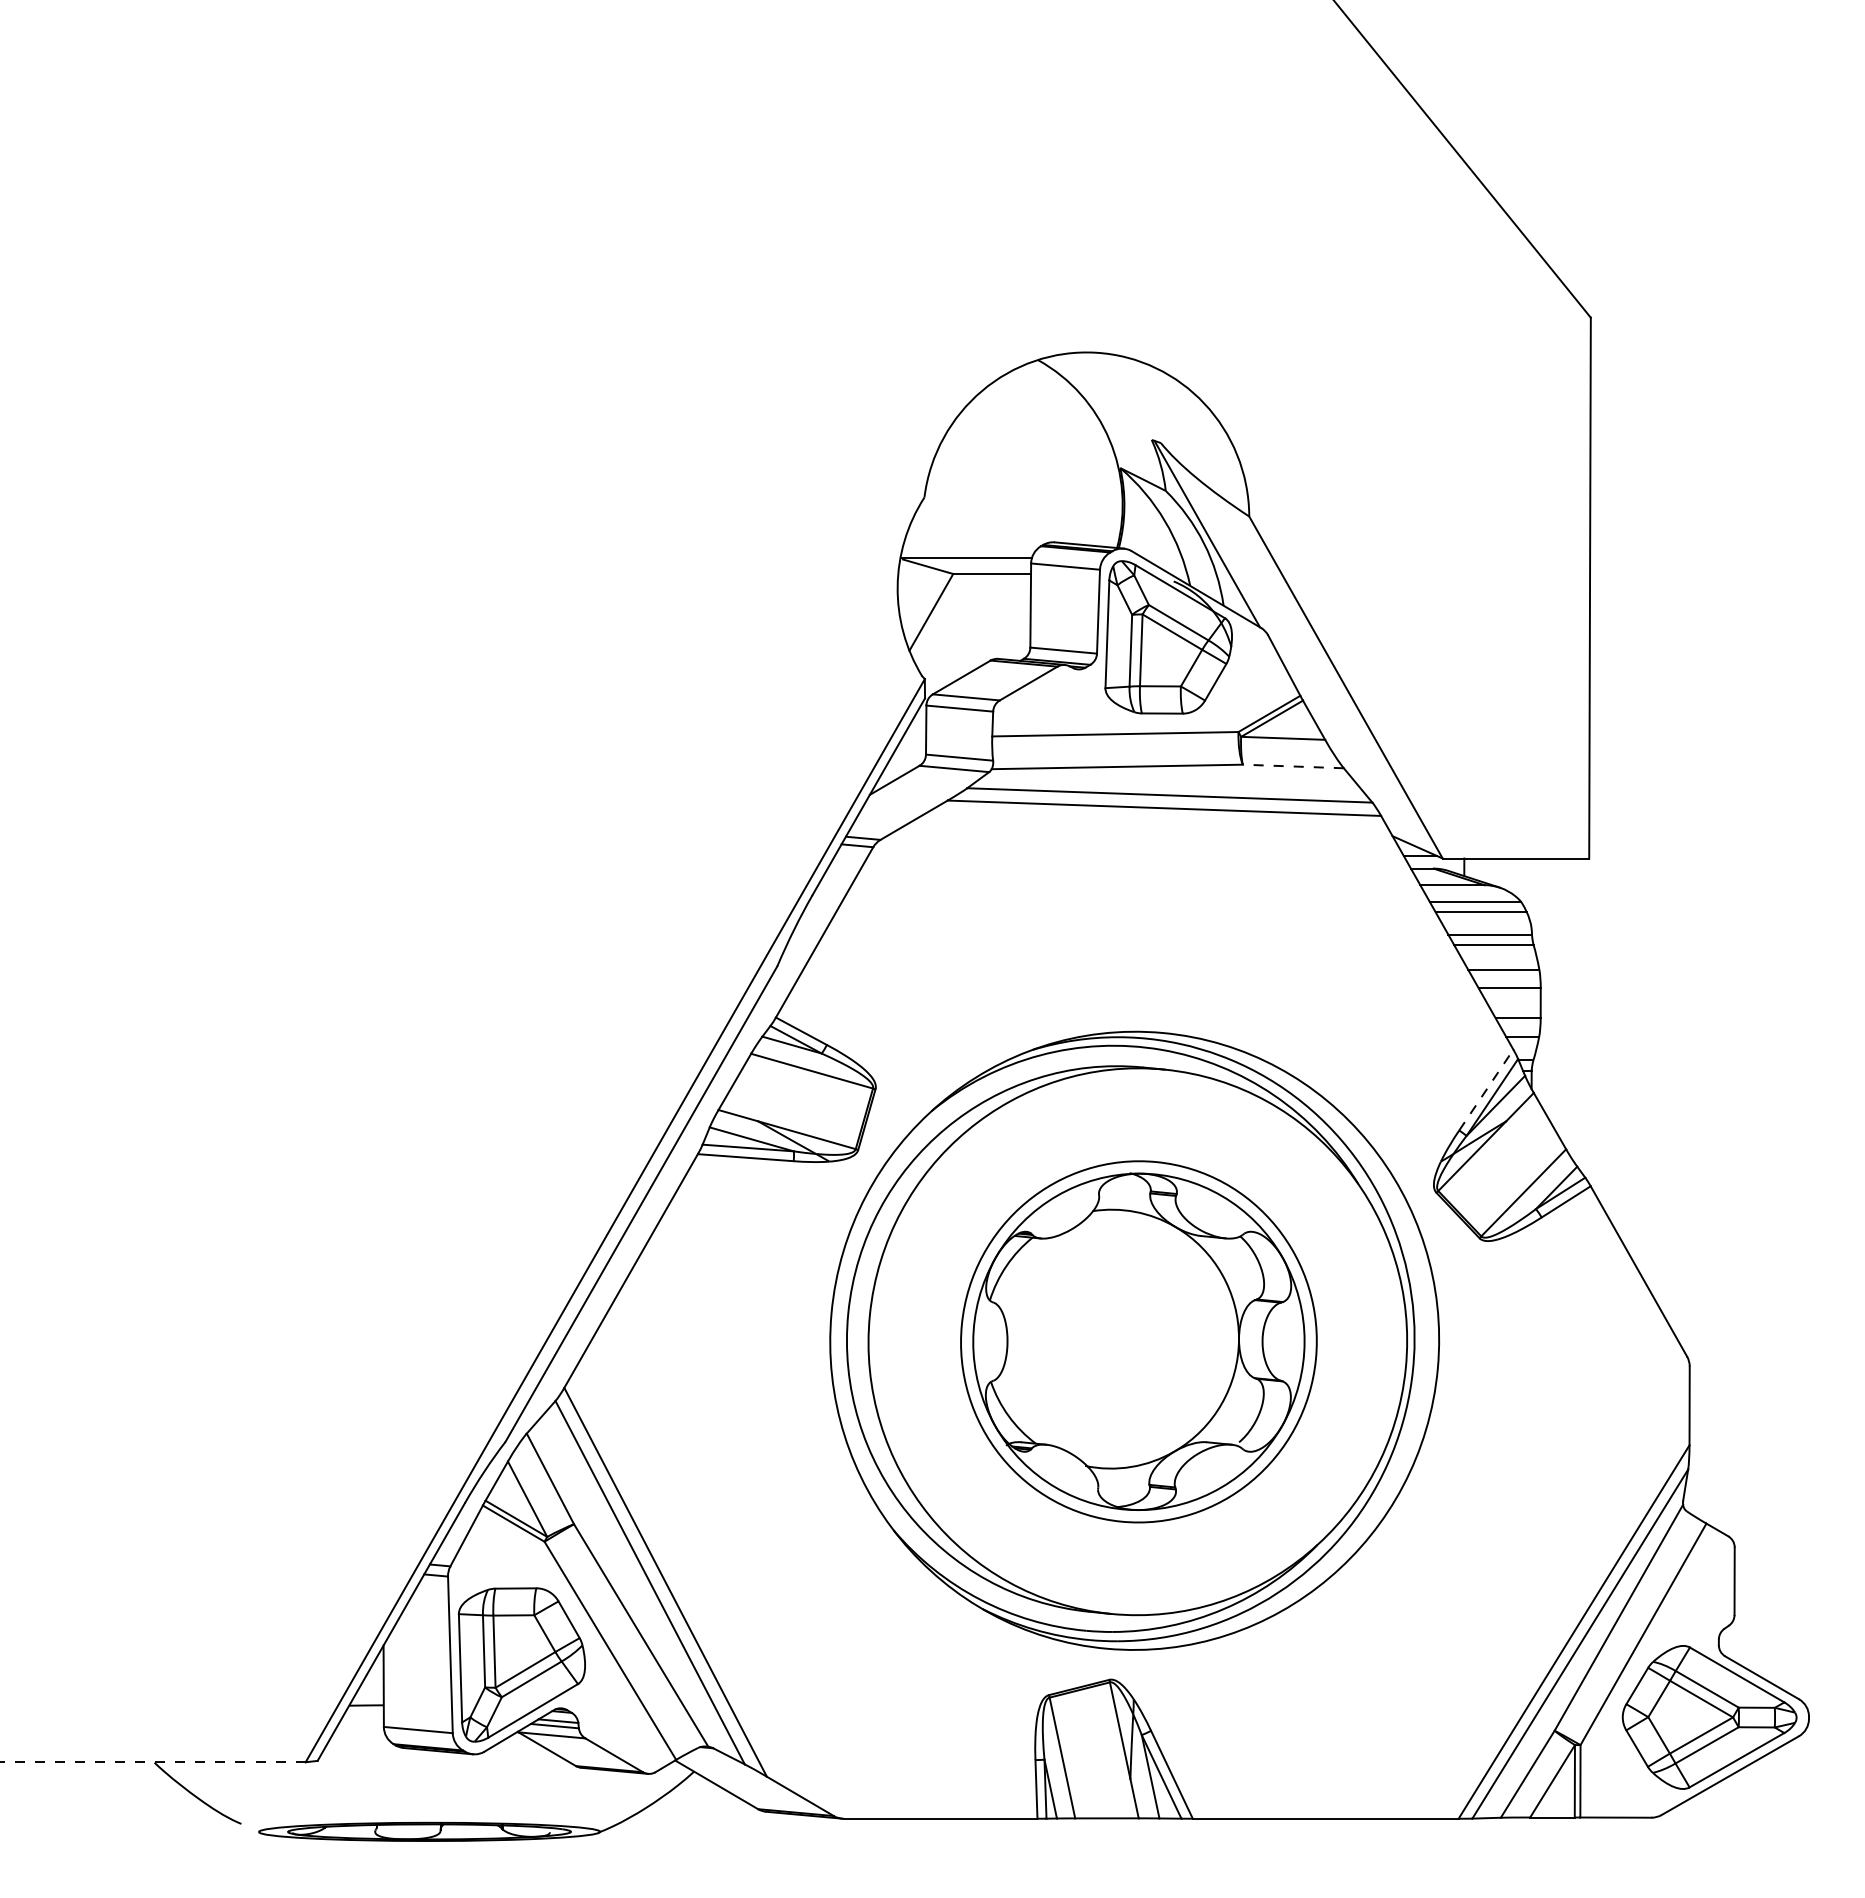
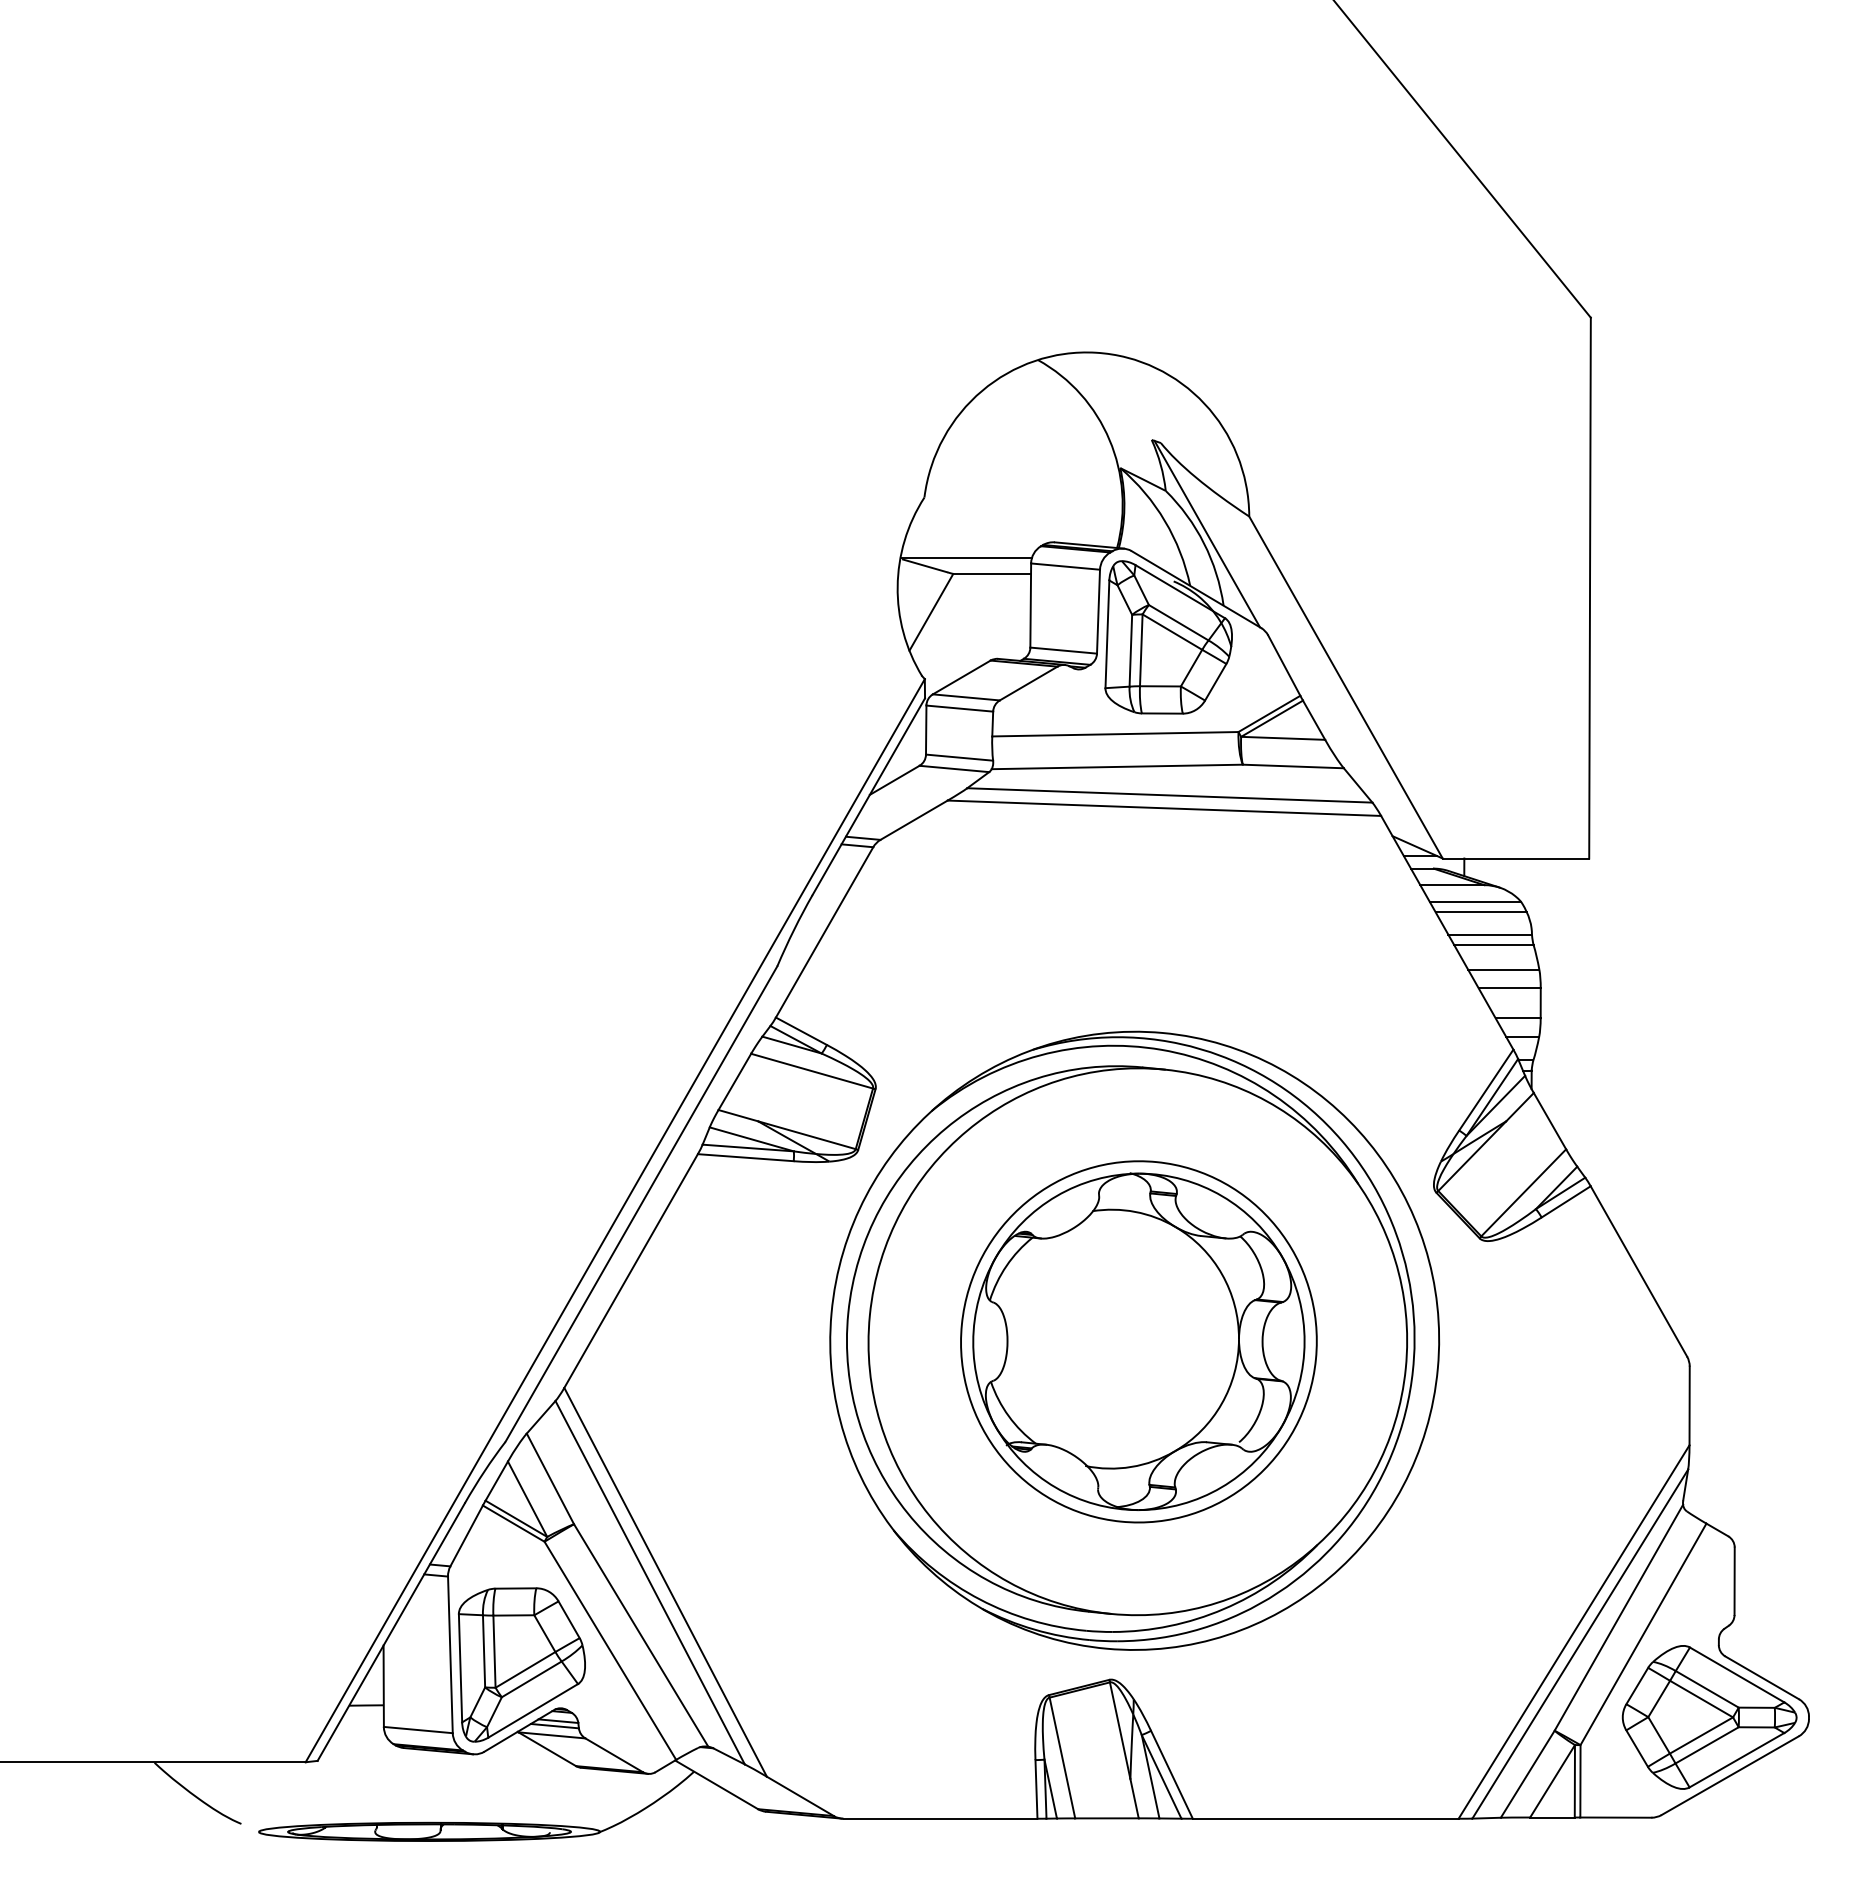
line at (1293, 766): dashed -> solid
line at (1486, 1090): dashed -> solid
line at (152, 1762): dashed -> solid
